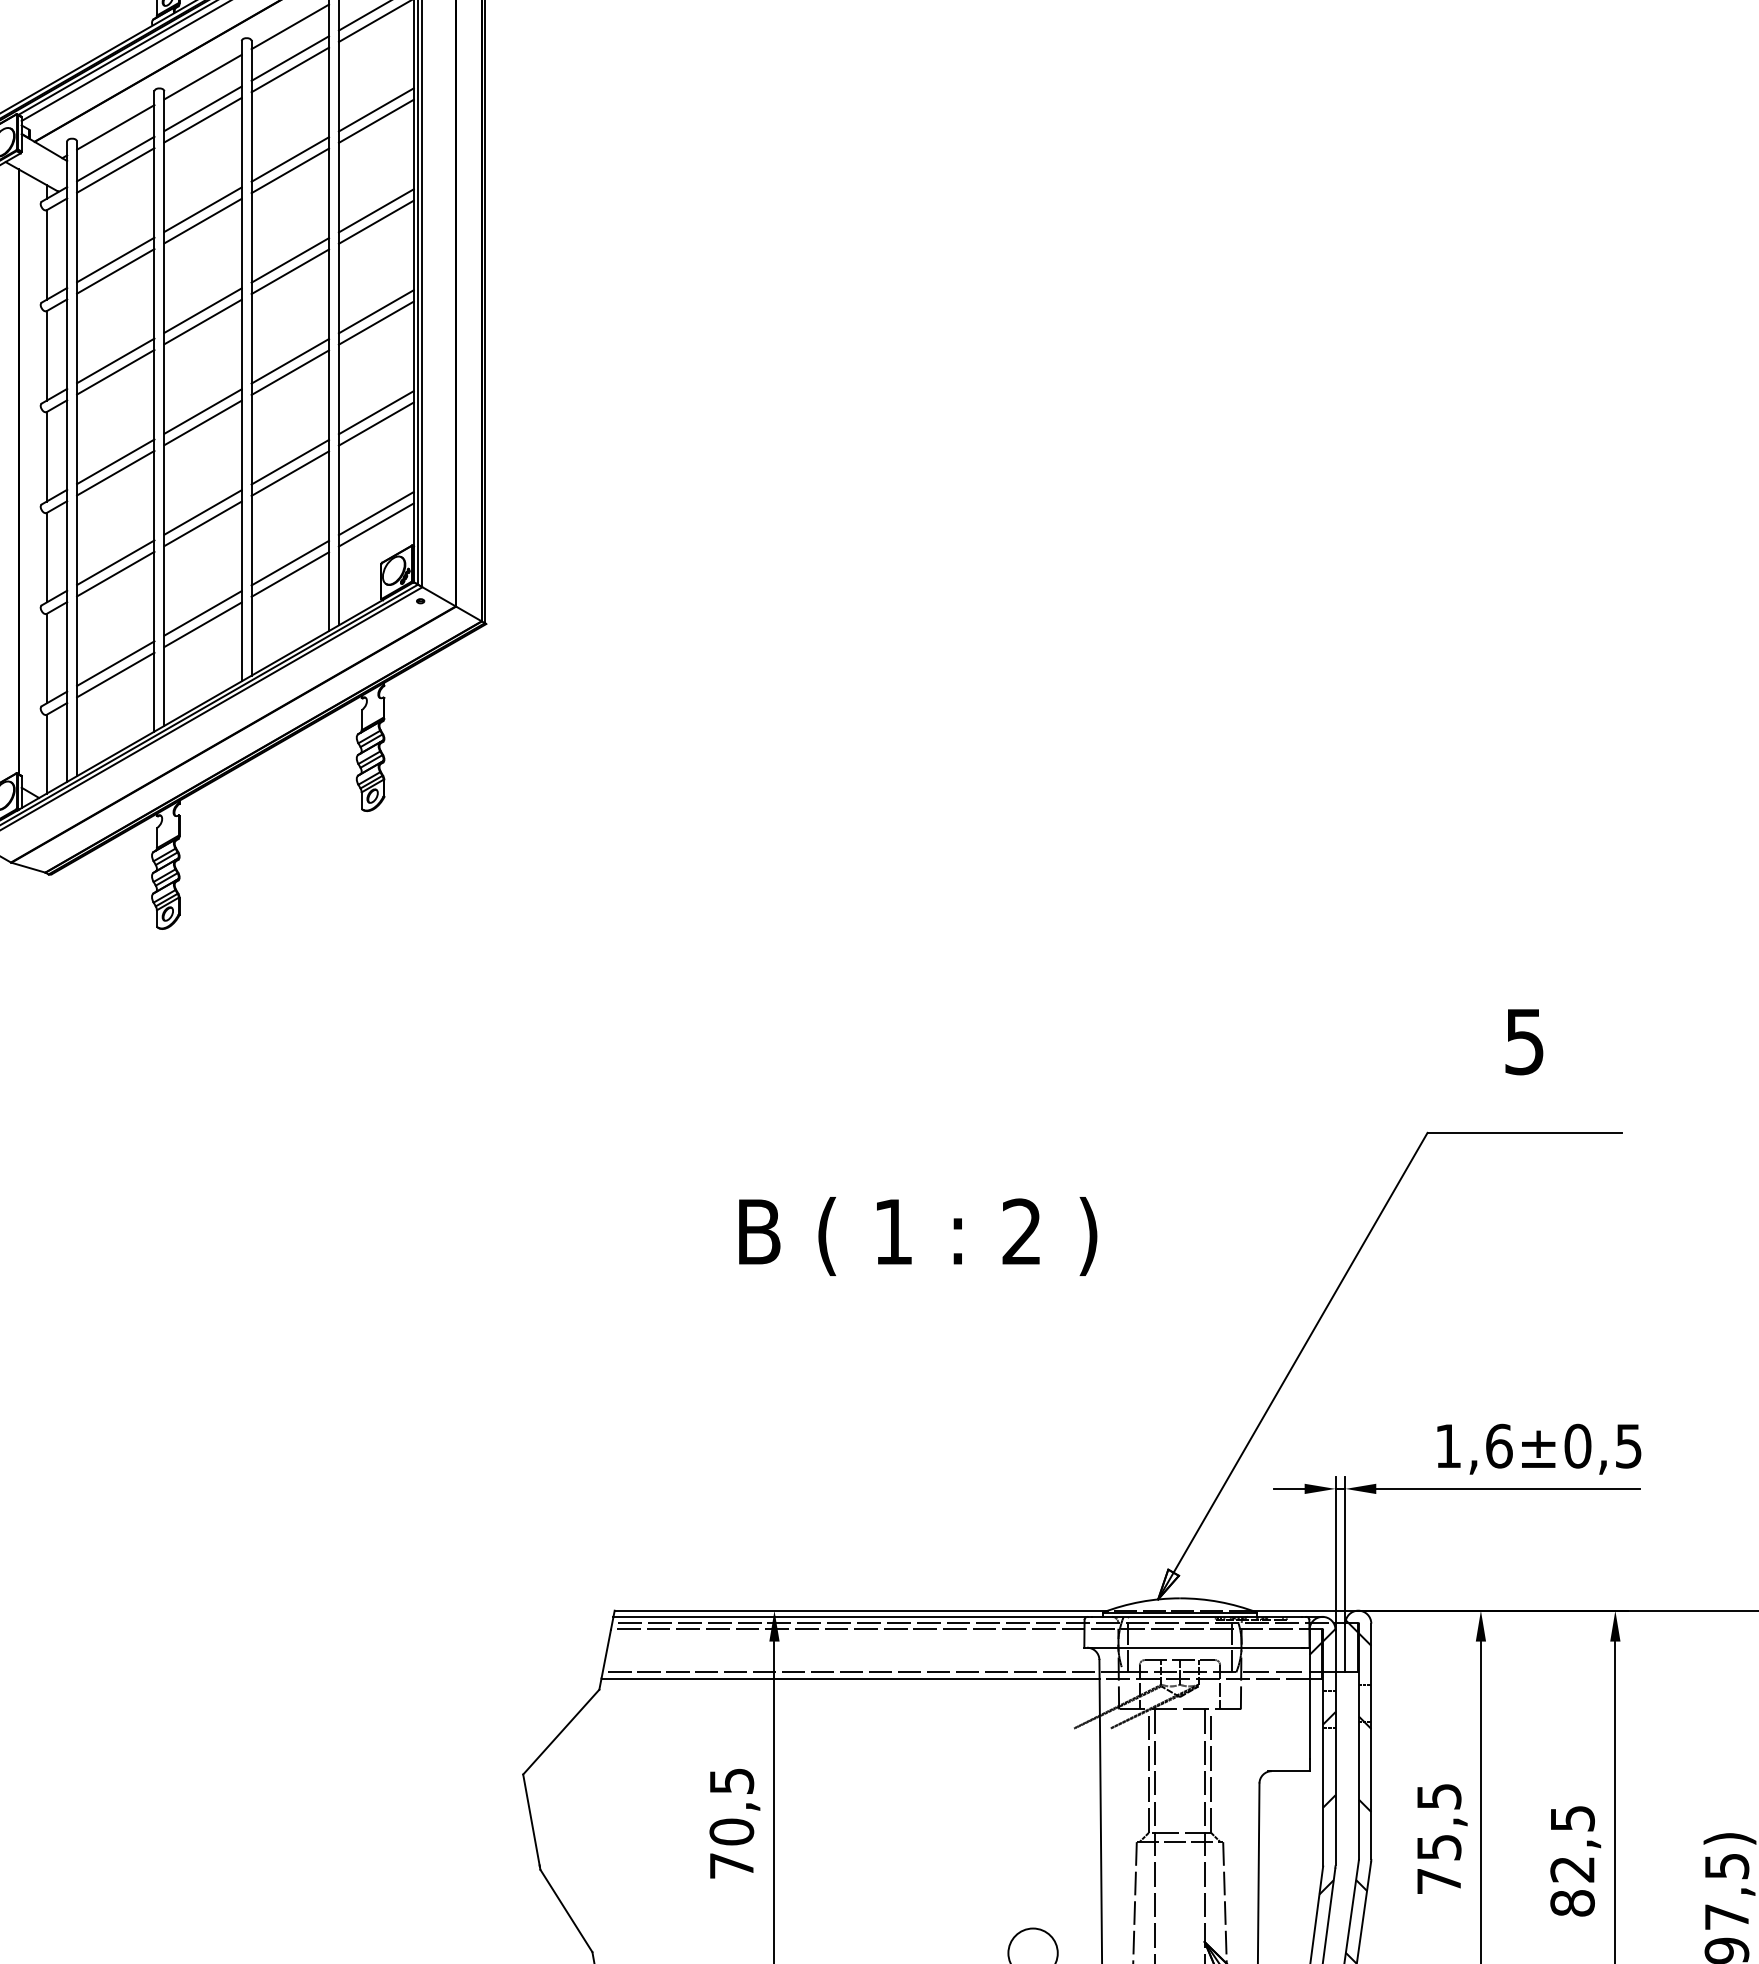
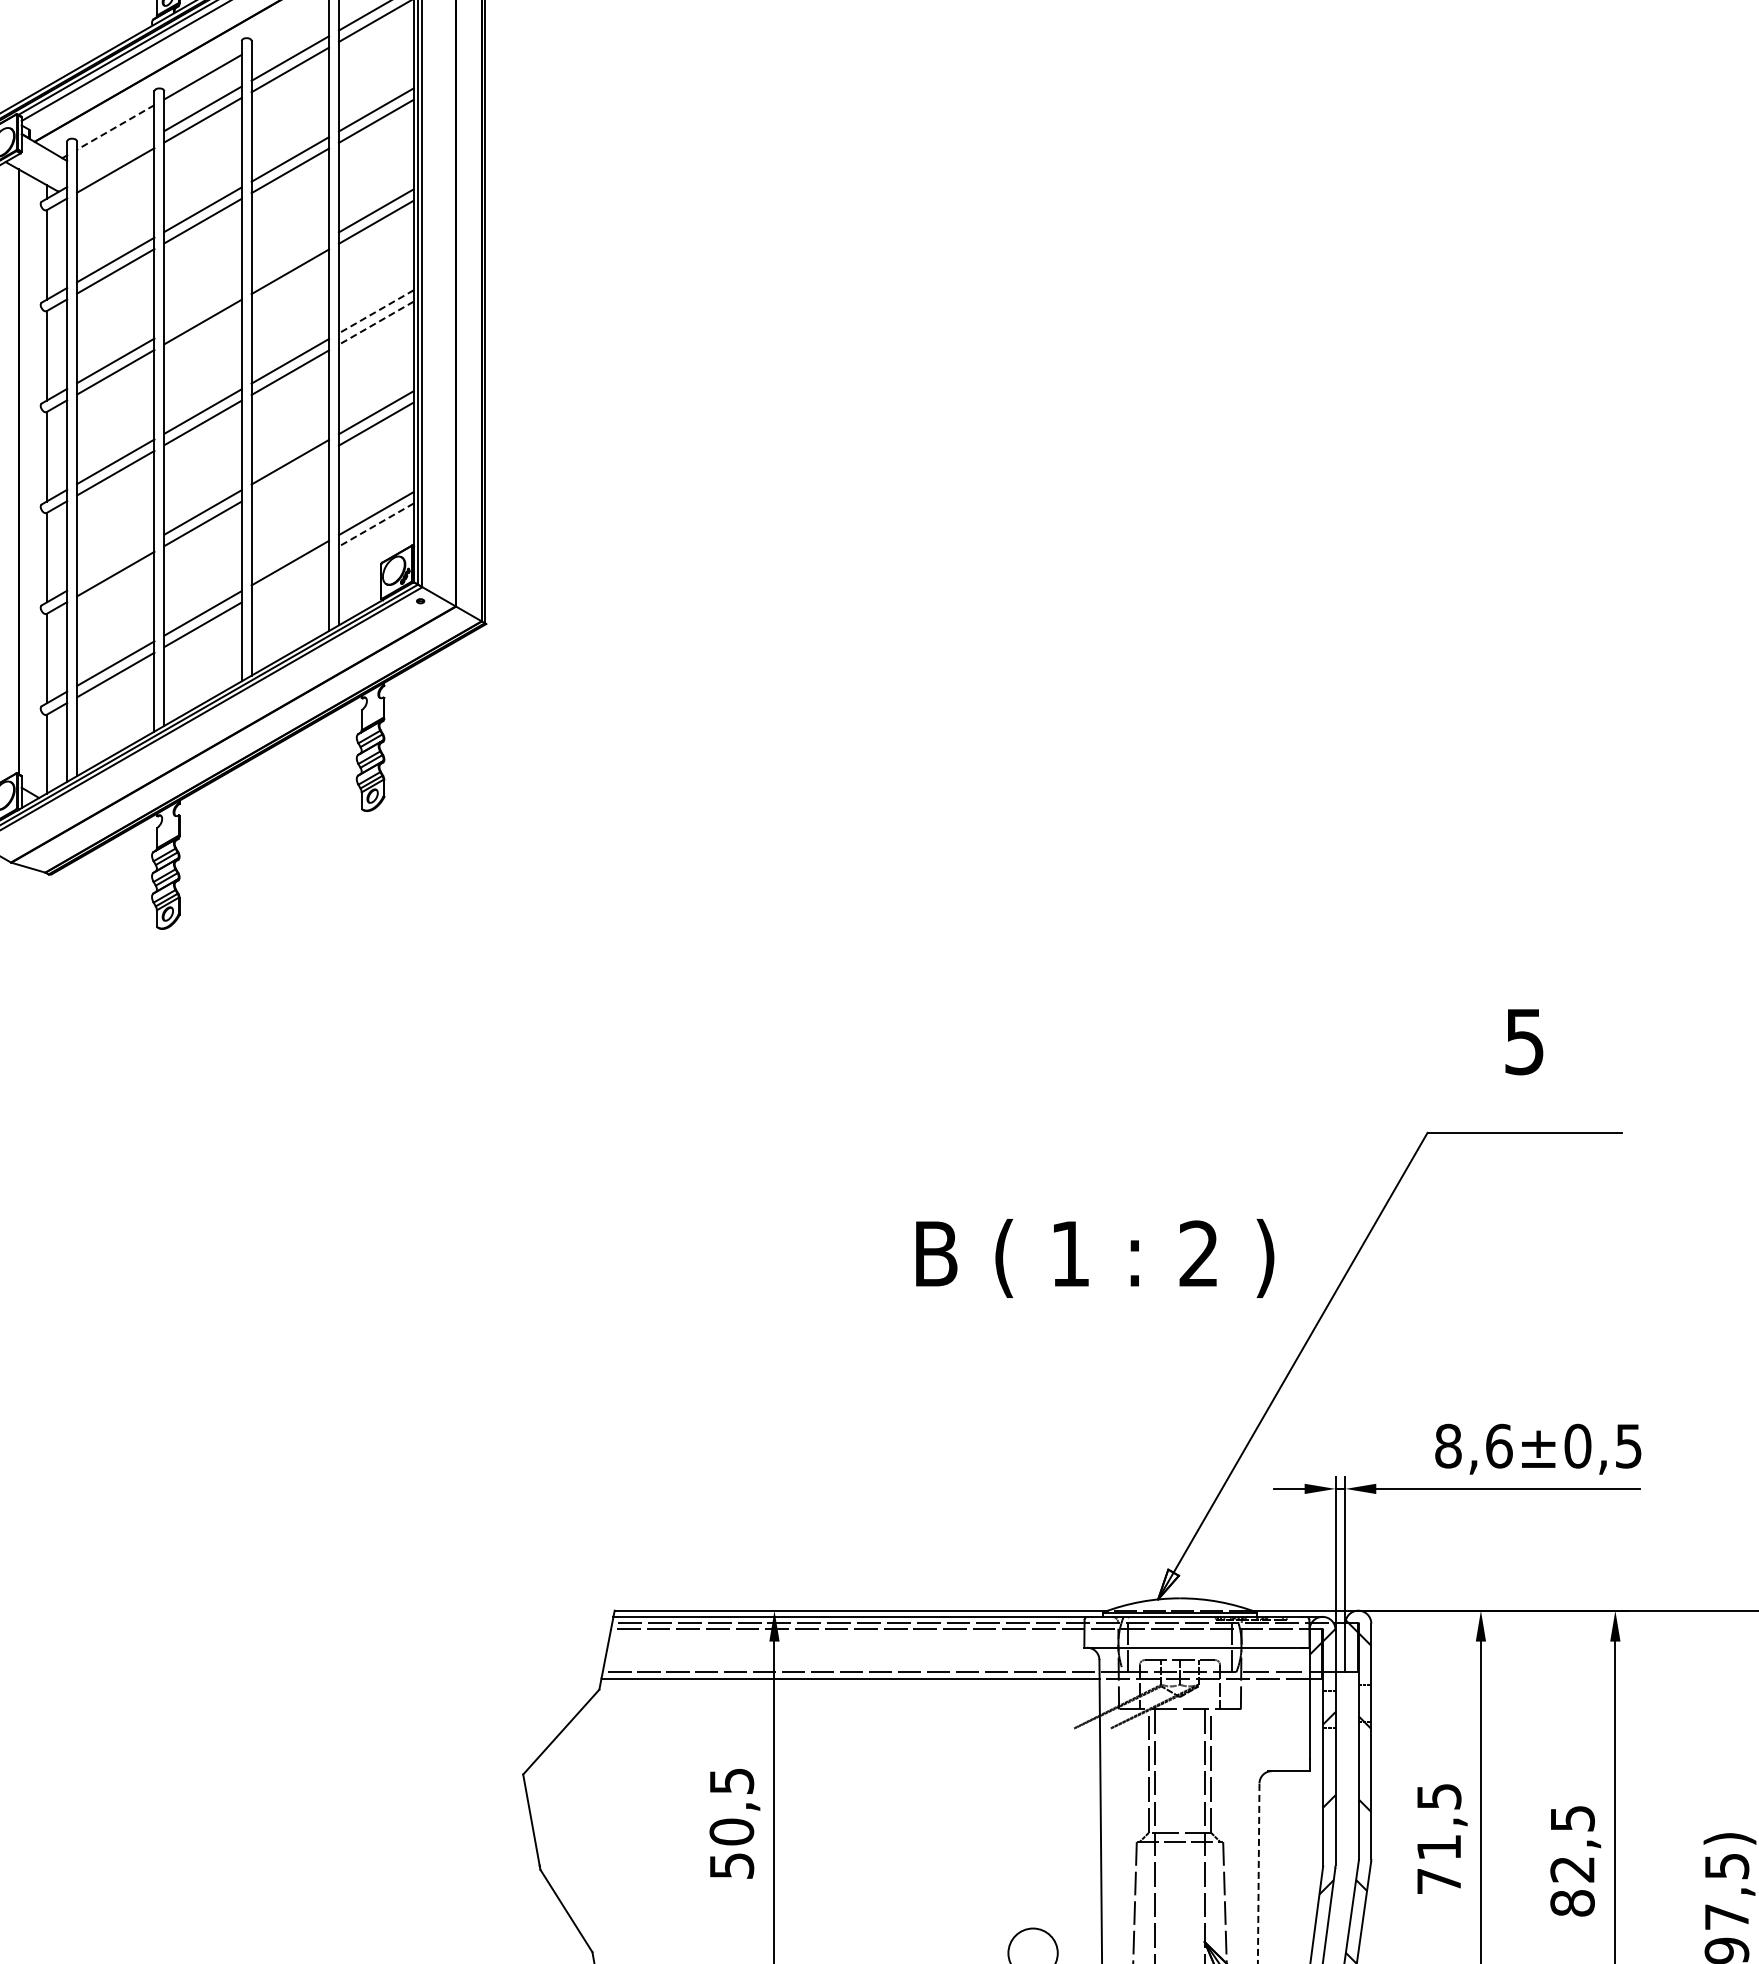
line at (290, 26): present -> none
line at (115, 127): solid -> dashed
line at (115, 158): present -> none
line at (290, 260): present -> none
line at (202, 310): present -> none
line at (375, 312): solid -> dashed
line at (375, 323): solid -> dashed
line at (290, 473): present -> none
line at (375, 525): solid -> dashed
line at (115, 562): present -> none
line at (290, 574): present -> none
text at (918, 1236) position: (918, 1236) -> (1095, 1258)
text at (1448, 1445): 1,6 -> 8,6
text at (1439, 1847): 75,5 -> 71,5
text at (732, 1865): 70,5 -> 50,5
line at (1258, 1873): solid -> dashed
